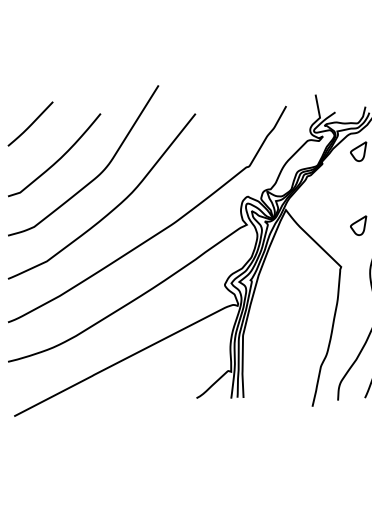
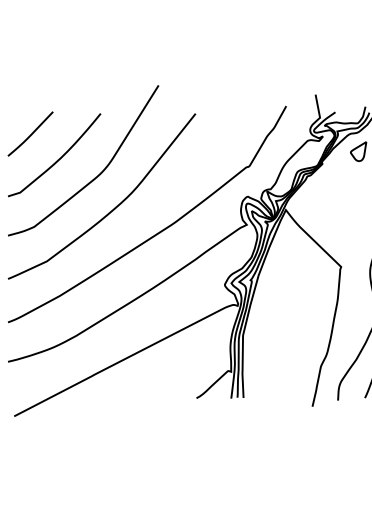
curve at (31, 123) position: (31, 123) -> (31, 133)
part at (358, 225): present -> none
